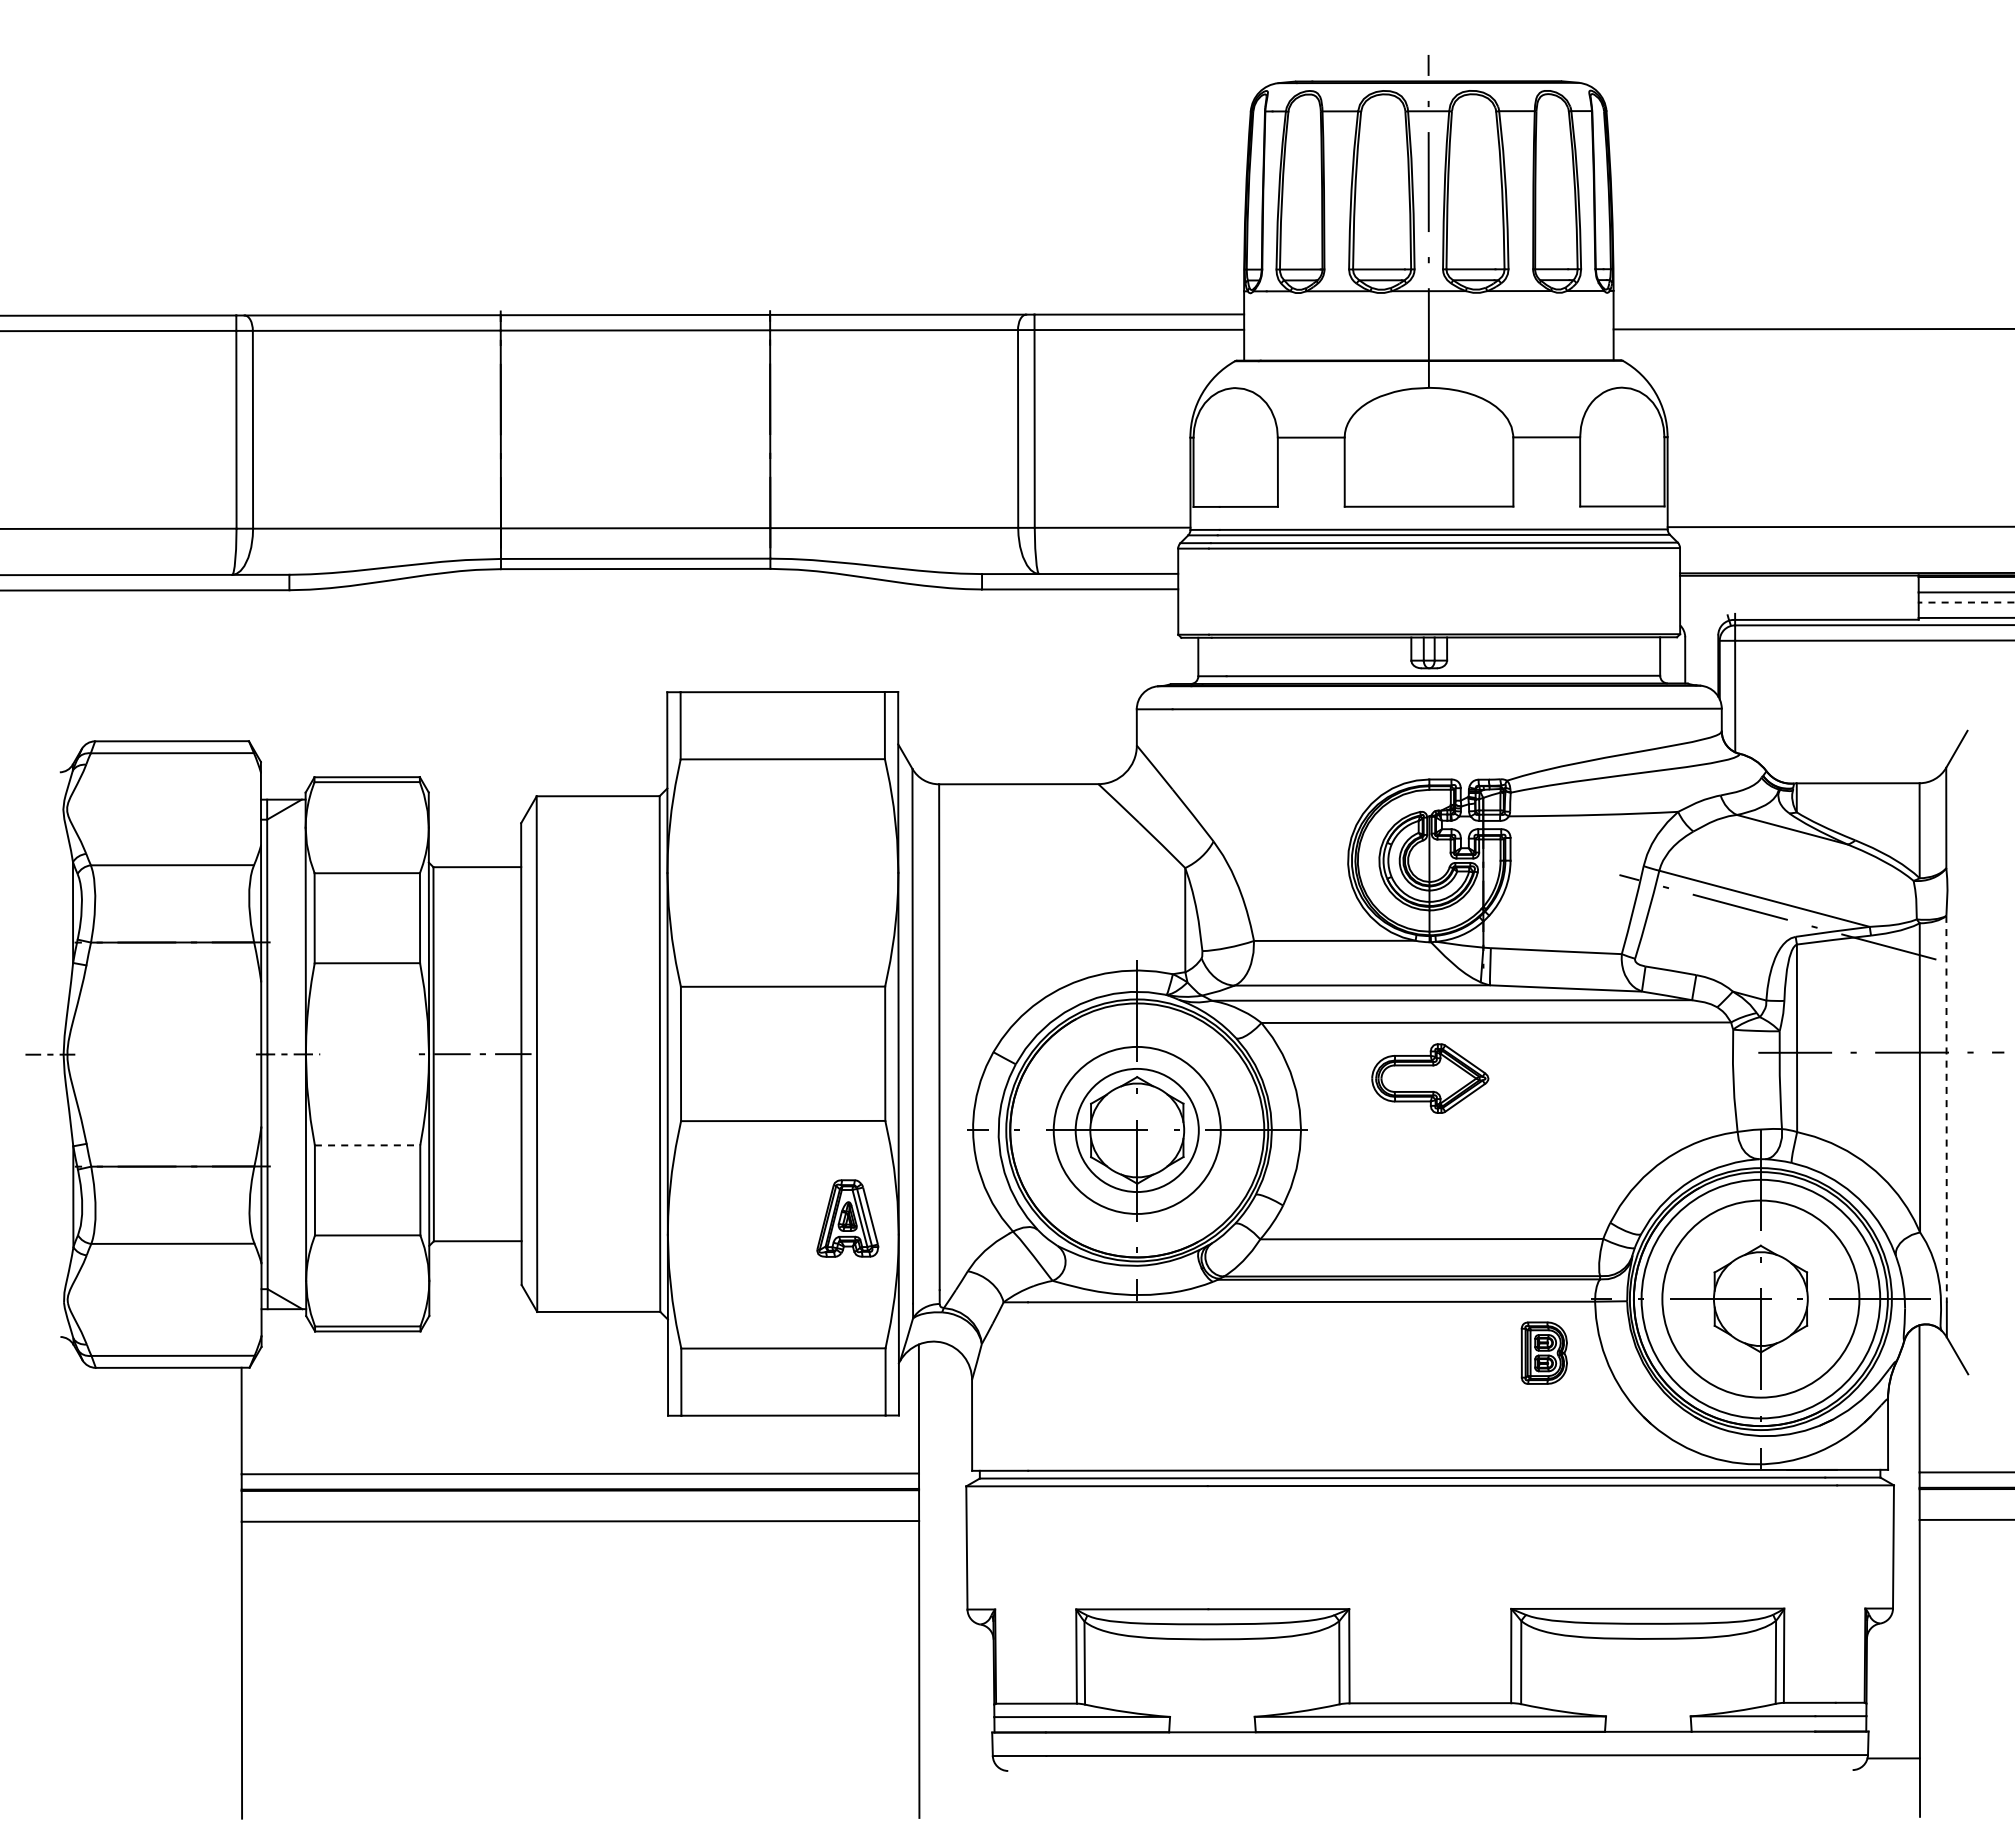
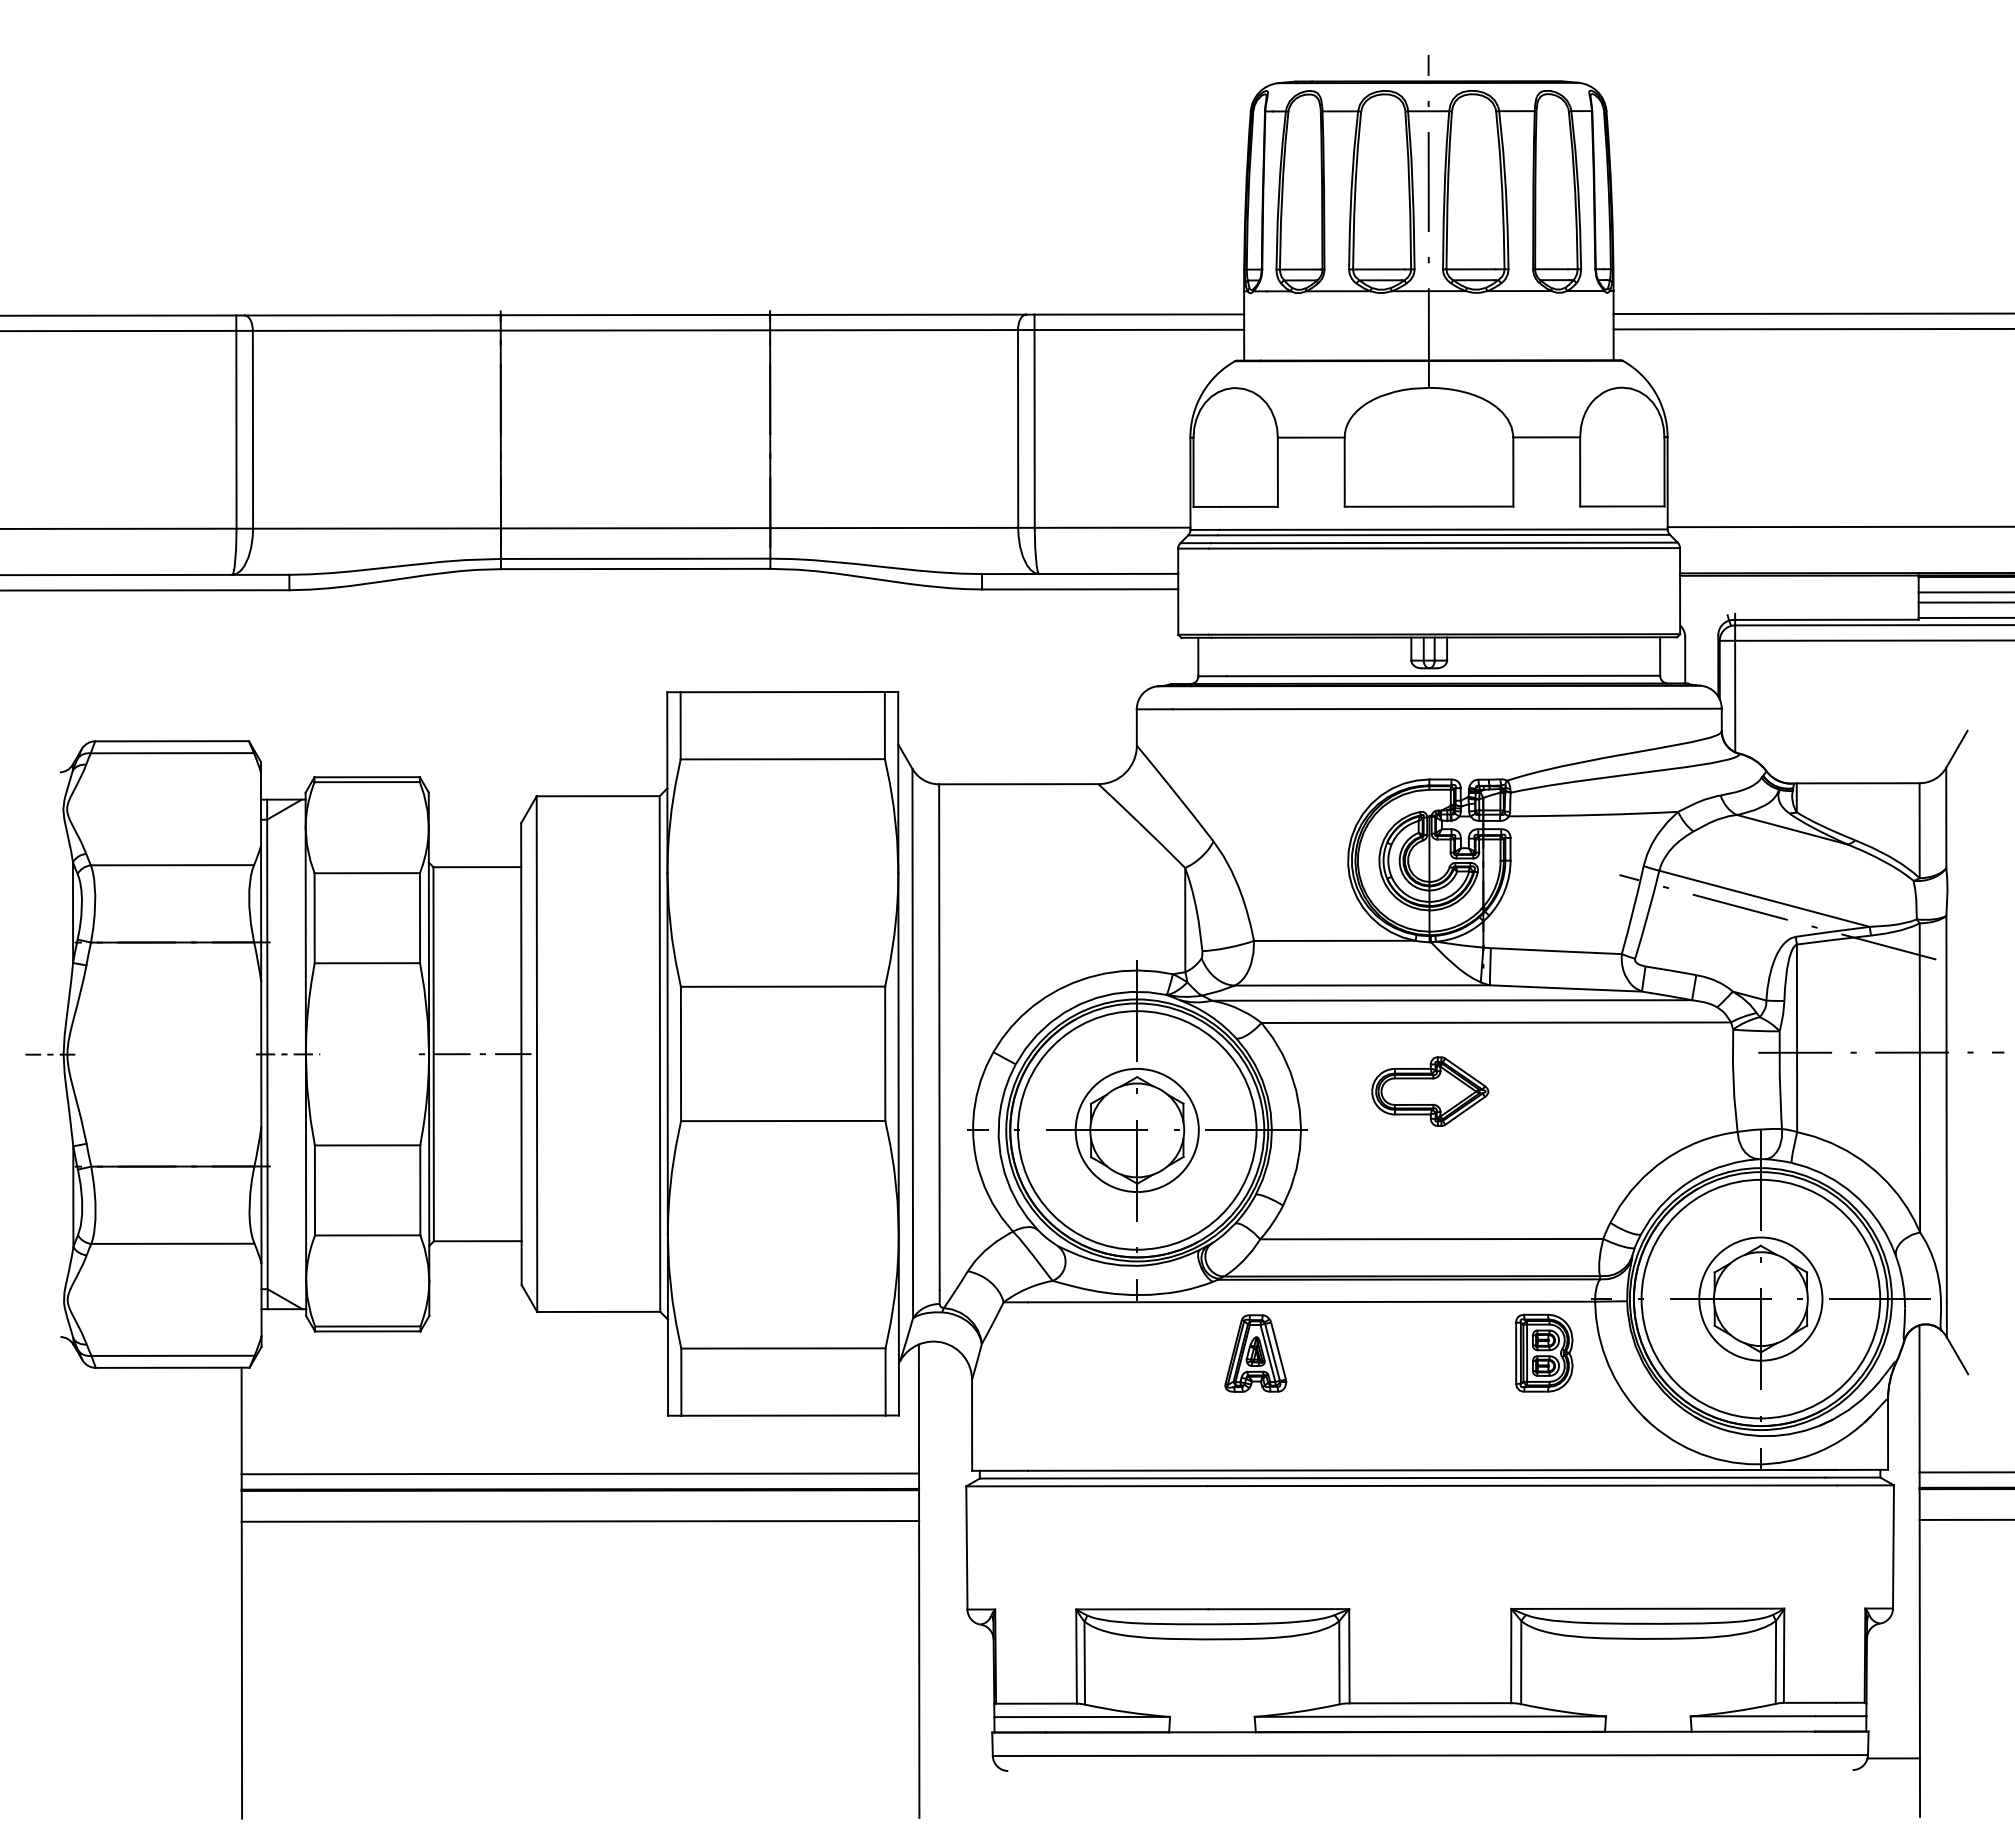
line at (1812, 313): none -> present
line at (1966, 602): dashed -> solid
part at (1430, 1078) position: (1430, 1078) -> (1430, 1091)
line at (1946, 1109): dashed -> solid
circle at (1136, 1129) diameter: 167 px -> 239 px
line at (367, 1145): dashed -> solid
part at (847, 1218) position: (847, 1218) -> (1255, 1353)
circle at (1760, 1298) diameter: 197 px -> 123 px
part at (1543, 1352) size: 48x64 px -> 59x80 px
